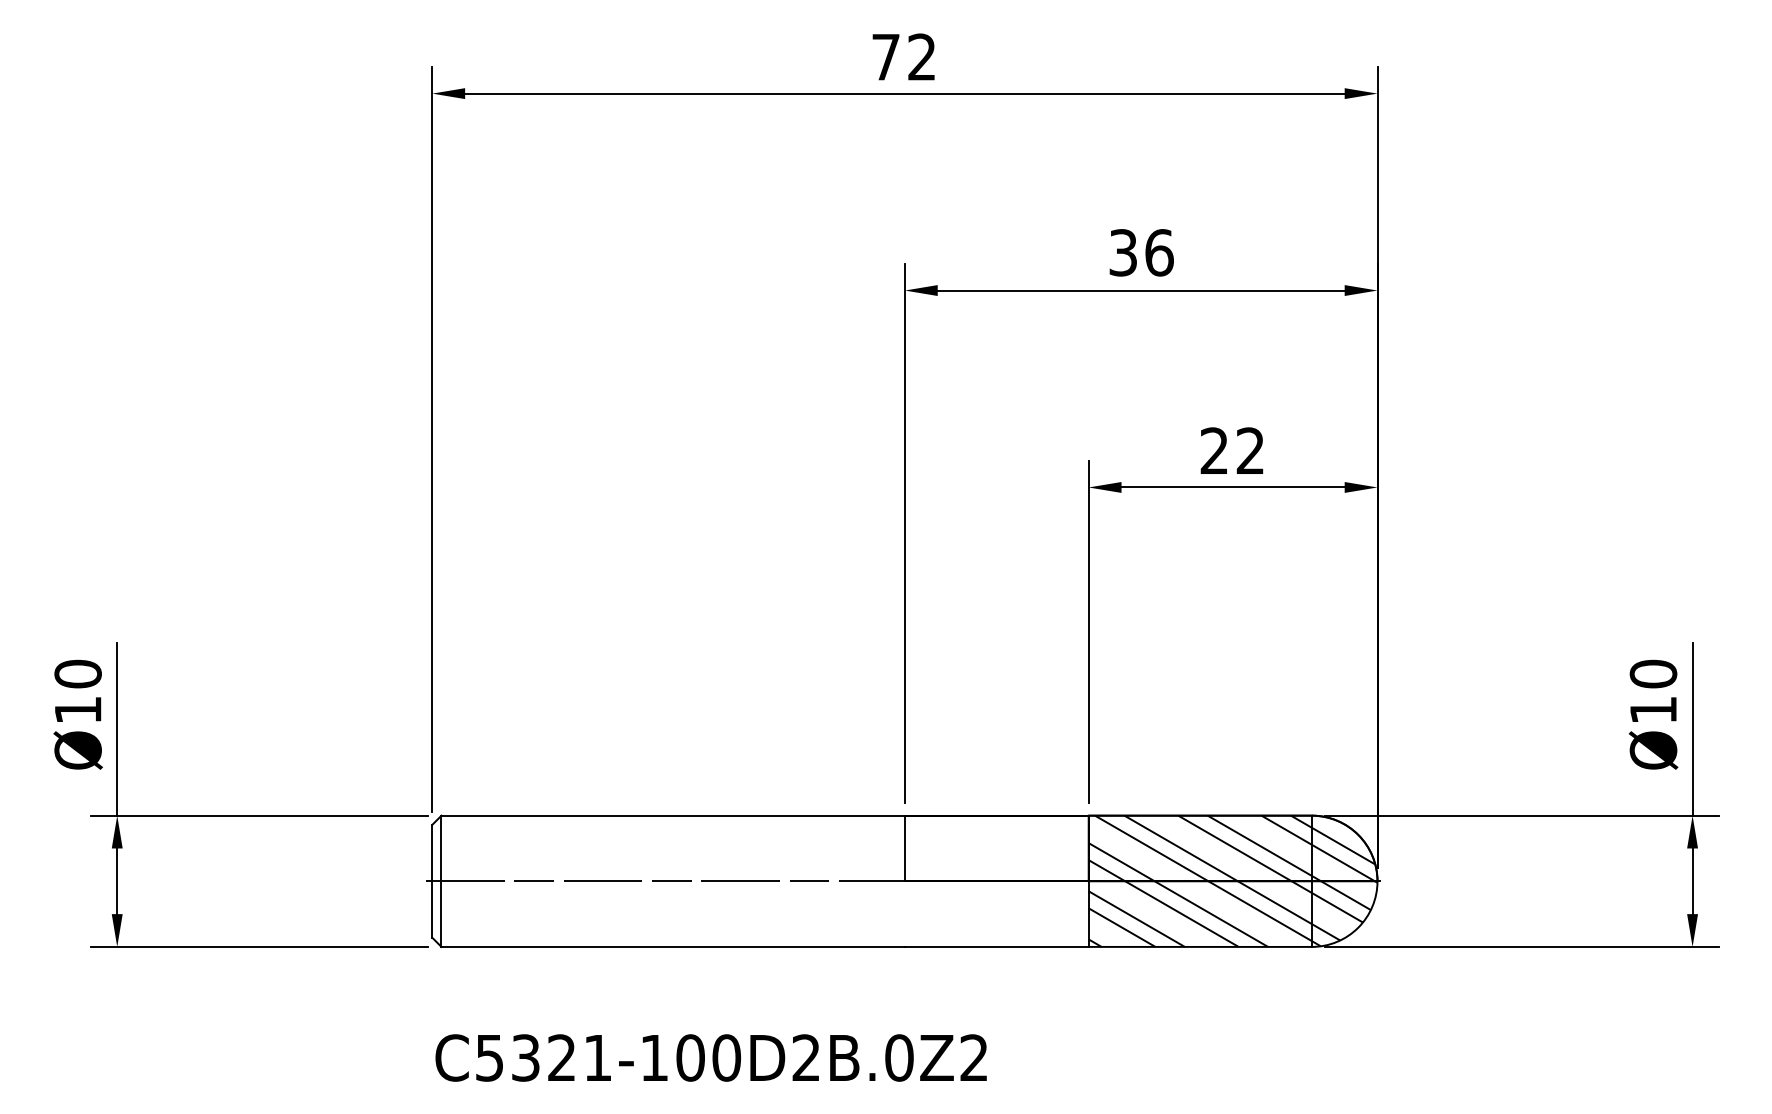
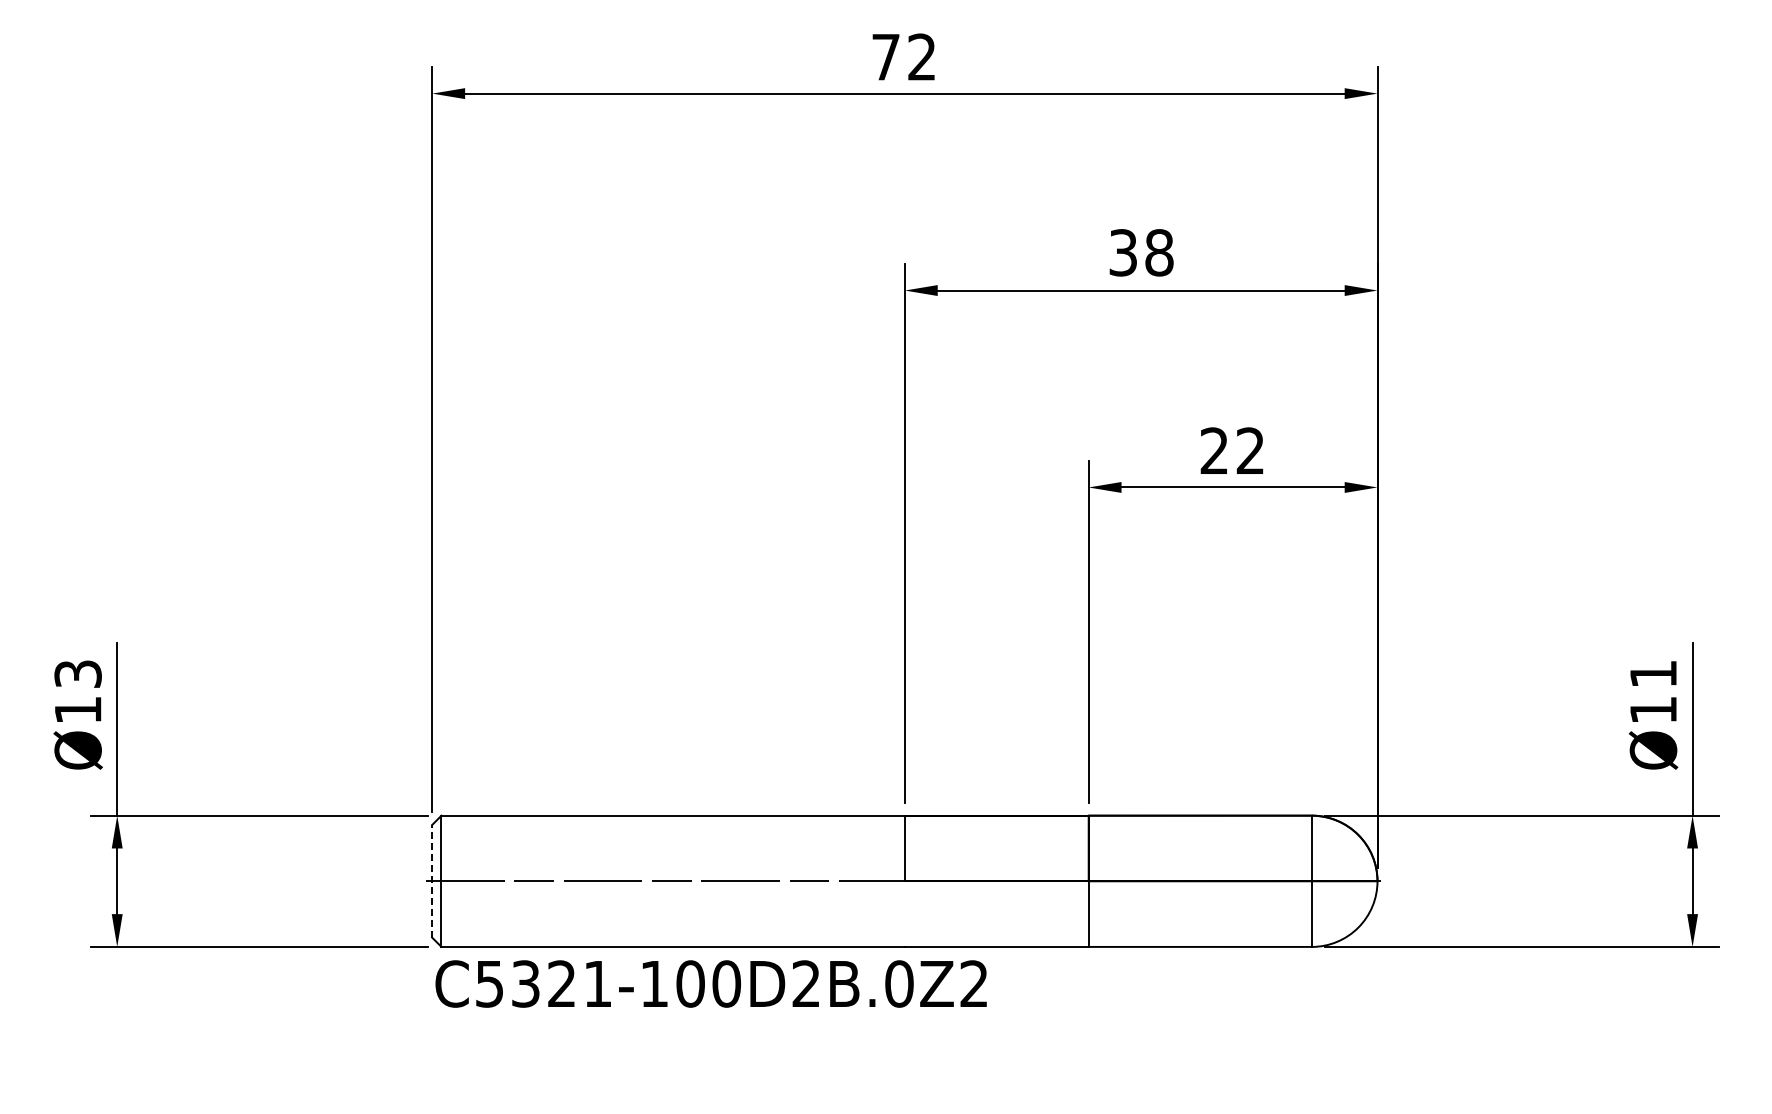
text at (1159, 252): 36 -> 38
text at (77, 673): Ø10 -> Ø13
text at (1653, 673): Ø10 -> Ø11
line at (432, 880): solid -> dashed
hatch at (1232, 880): present -> none
text at (710, 1057) position: (710, 1057) -> (710, 983)
